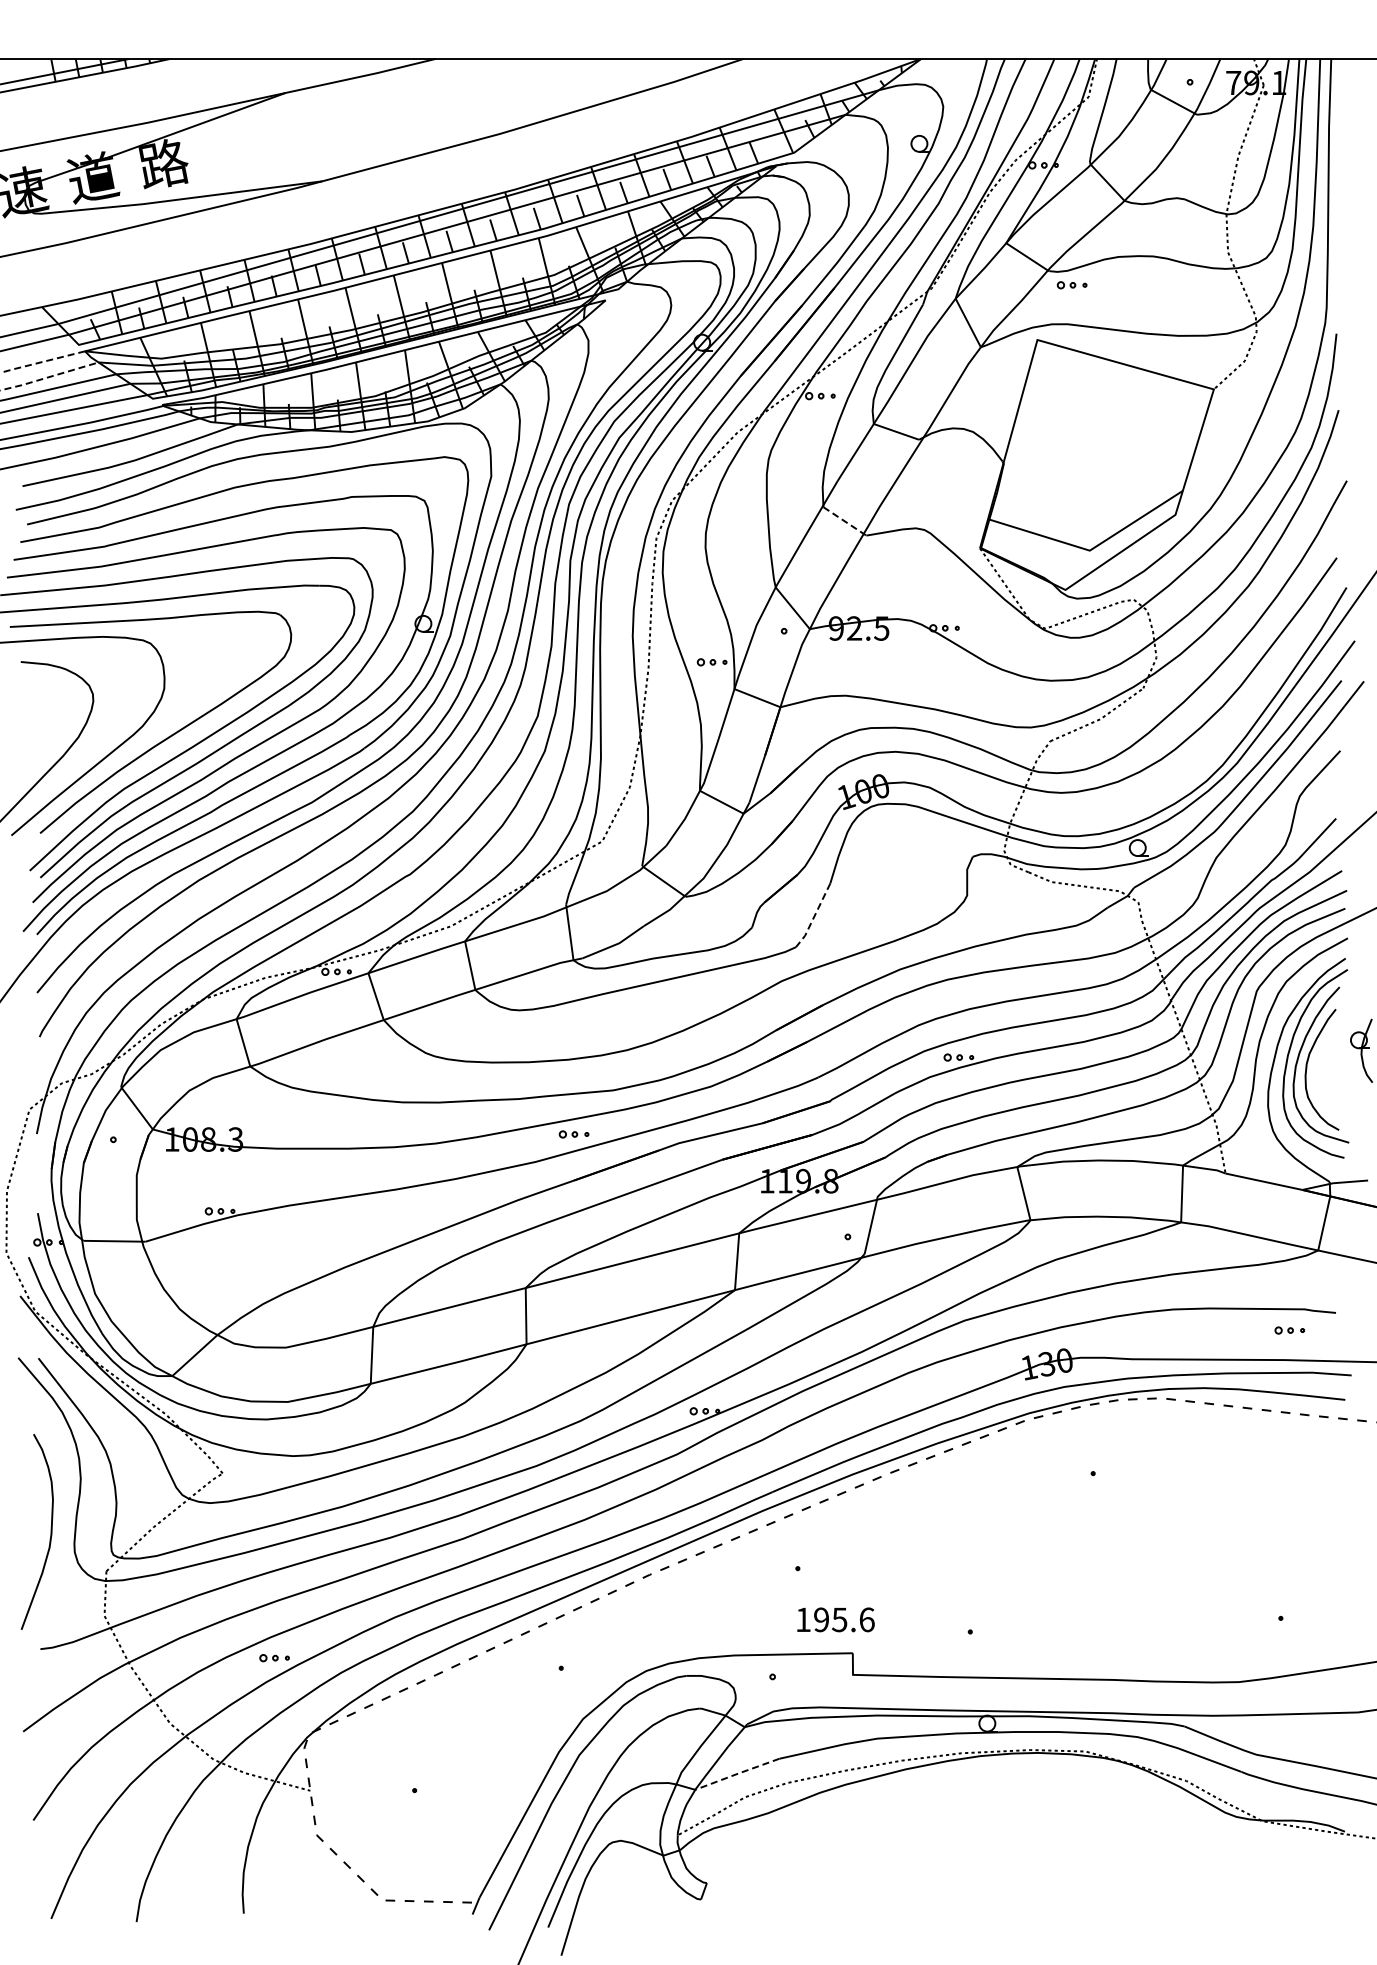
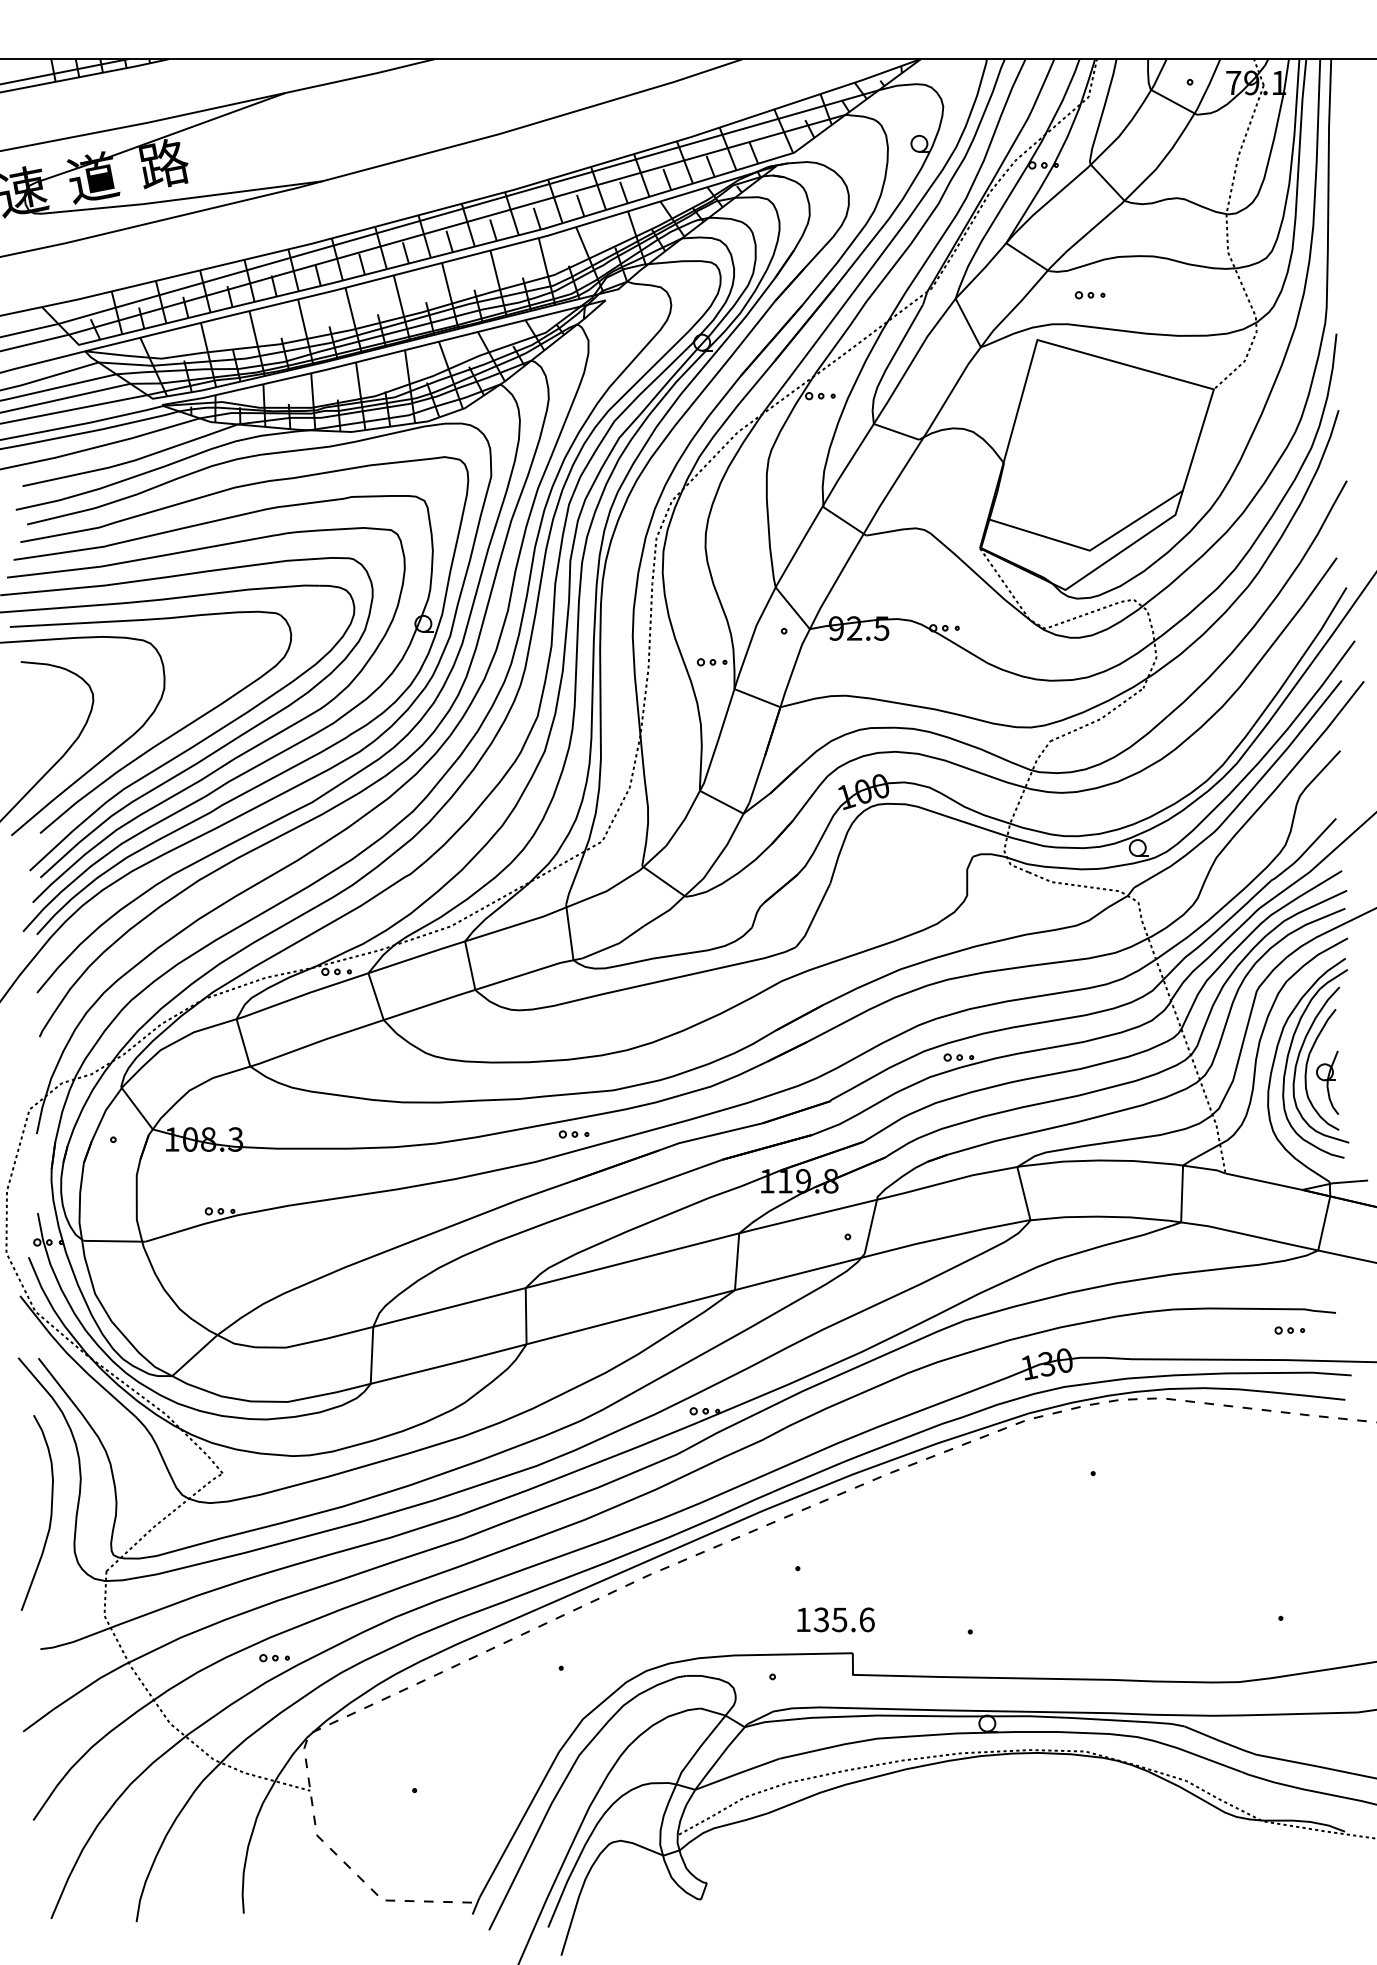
part at (1071, 285) position: (1071, 285) -> (1089, 295)
line at (42, 362): dashed -> solid
line at (49, 377): dashed -> solid
line at (845, 521): dashed -> solid
line at (814, 917): dashed -> solid
part at (1361, 1050) position: (1361, 1050) -> (1327, 1082)
curve at (50, 1531) position: (50, 1531) -> (50, 1512)
text at (820, 1619): 195.6 -> 135.6
line at (738, 1773): dashed -> solid
